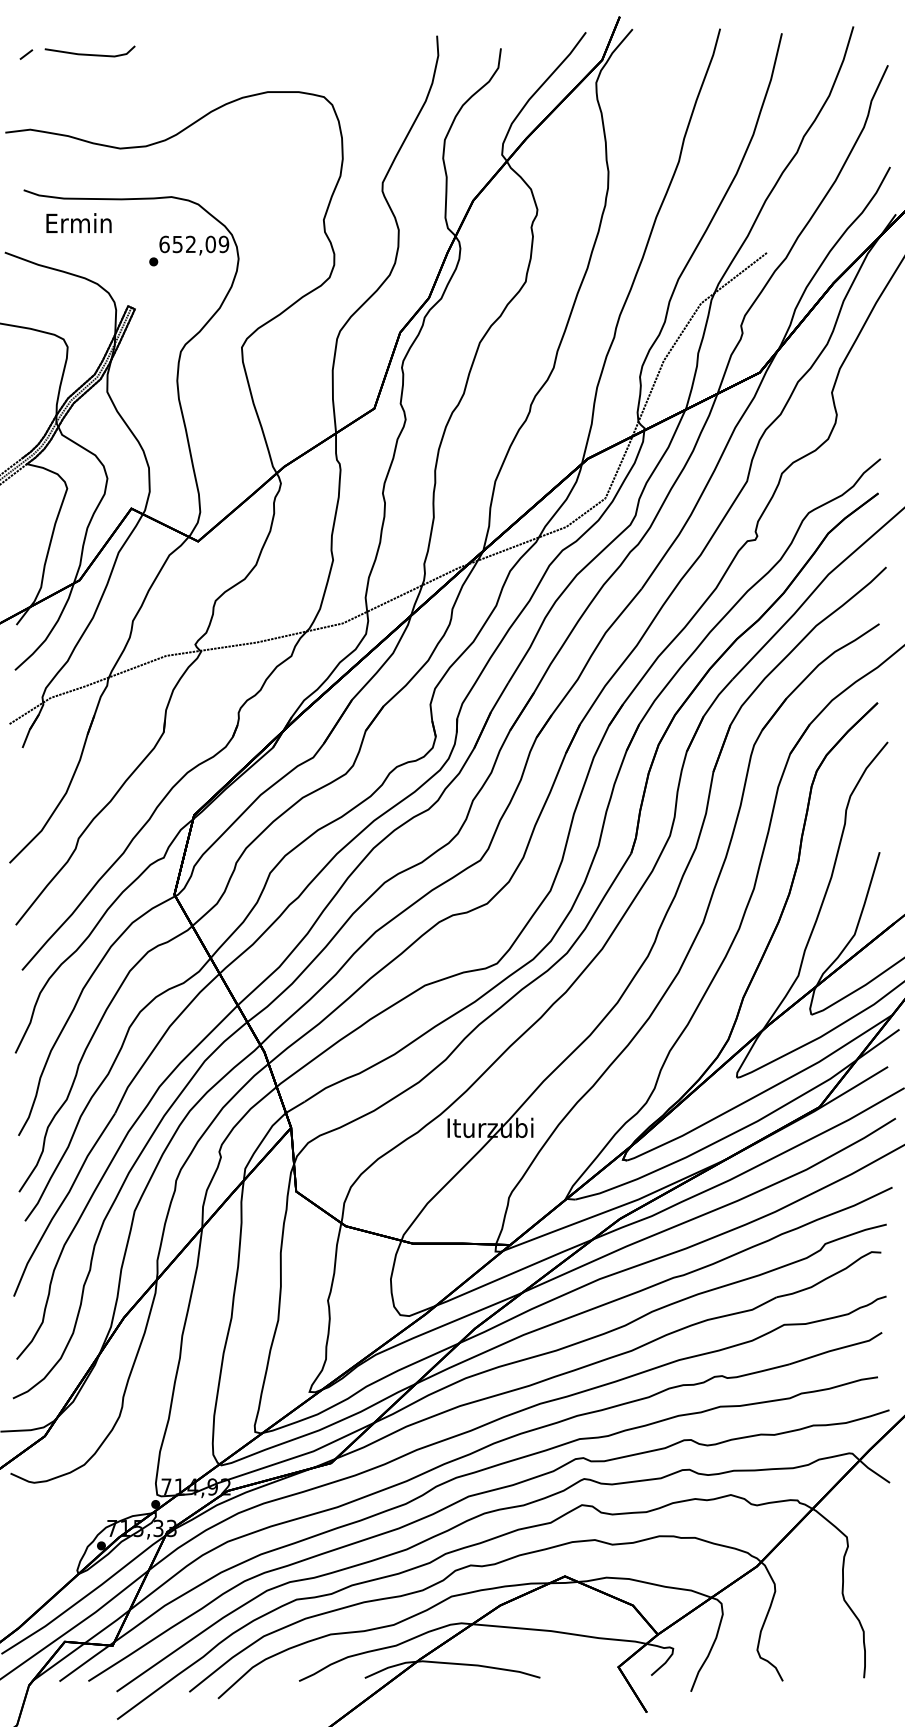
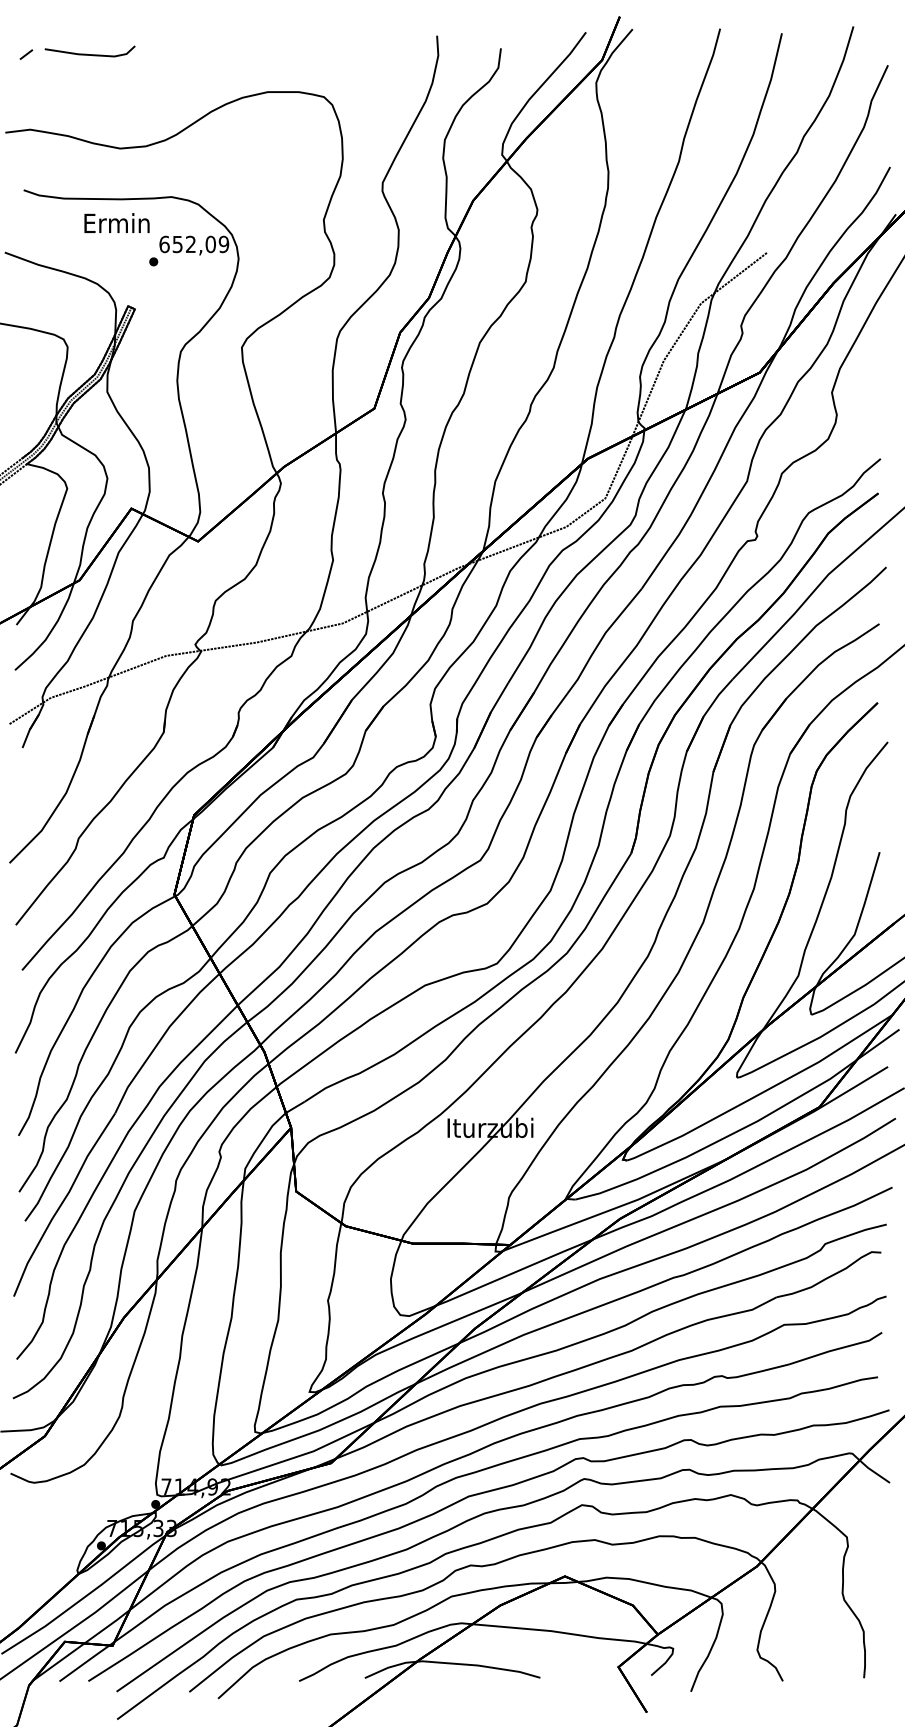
text at (78, 222) position: (78, 222) -> (116, 222)
